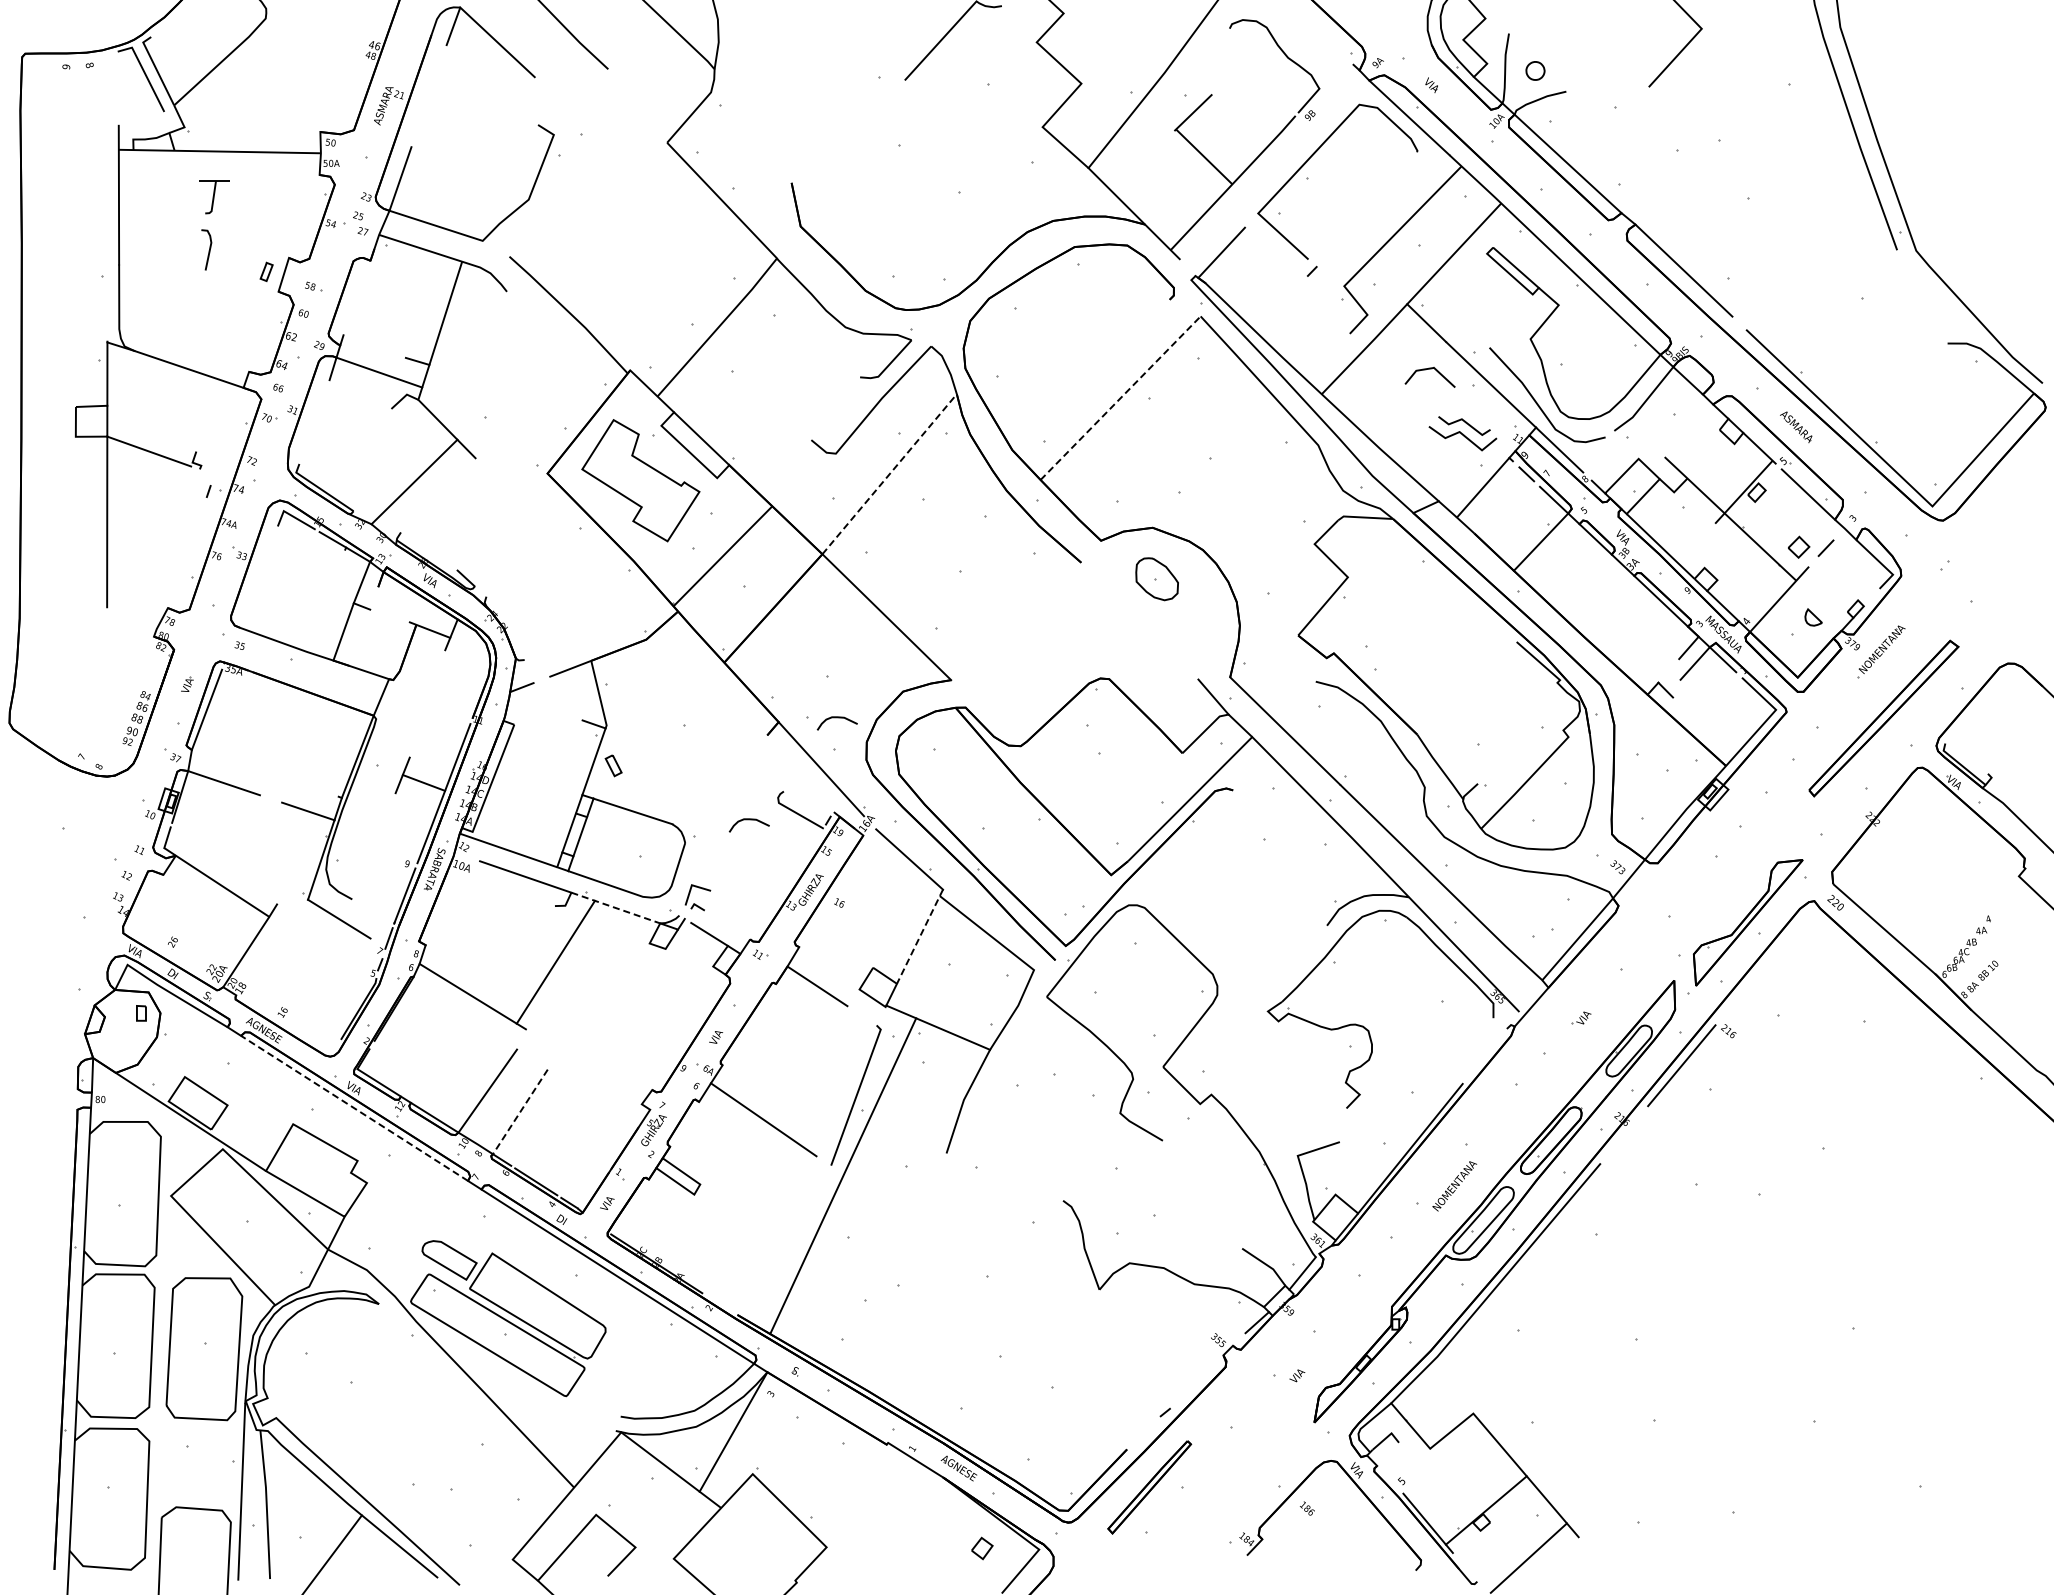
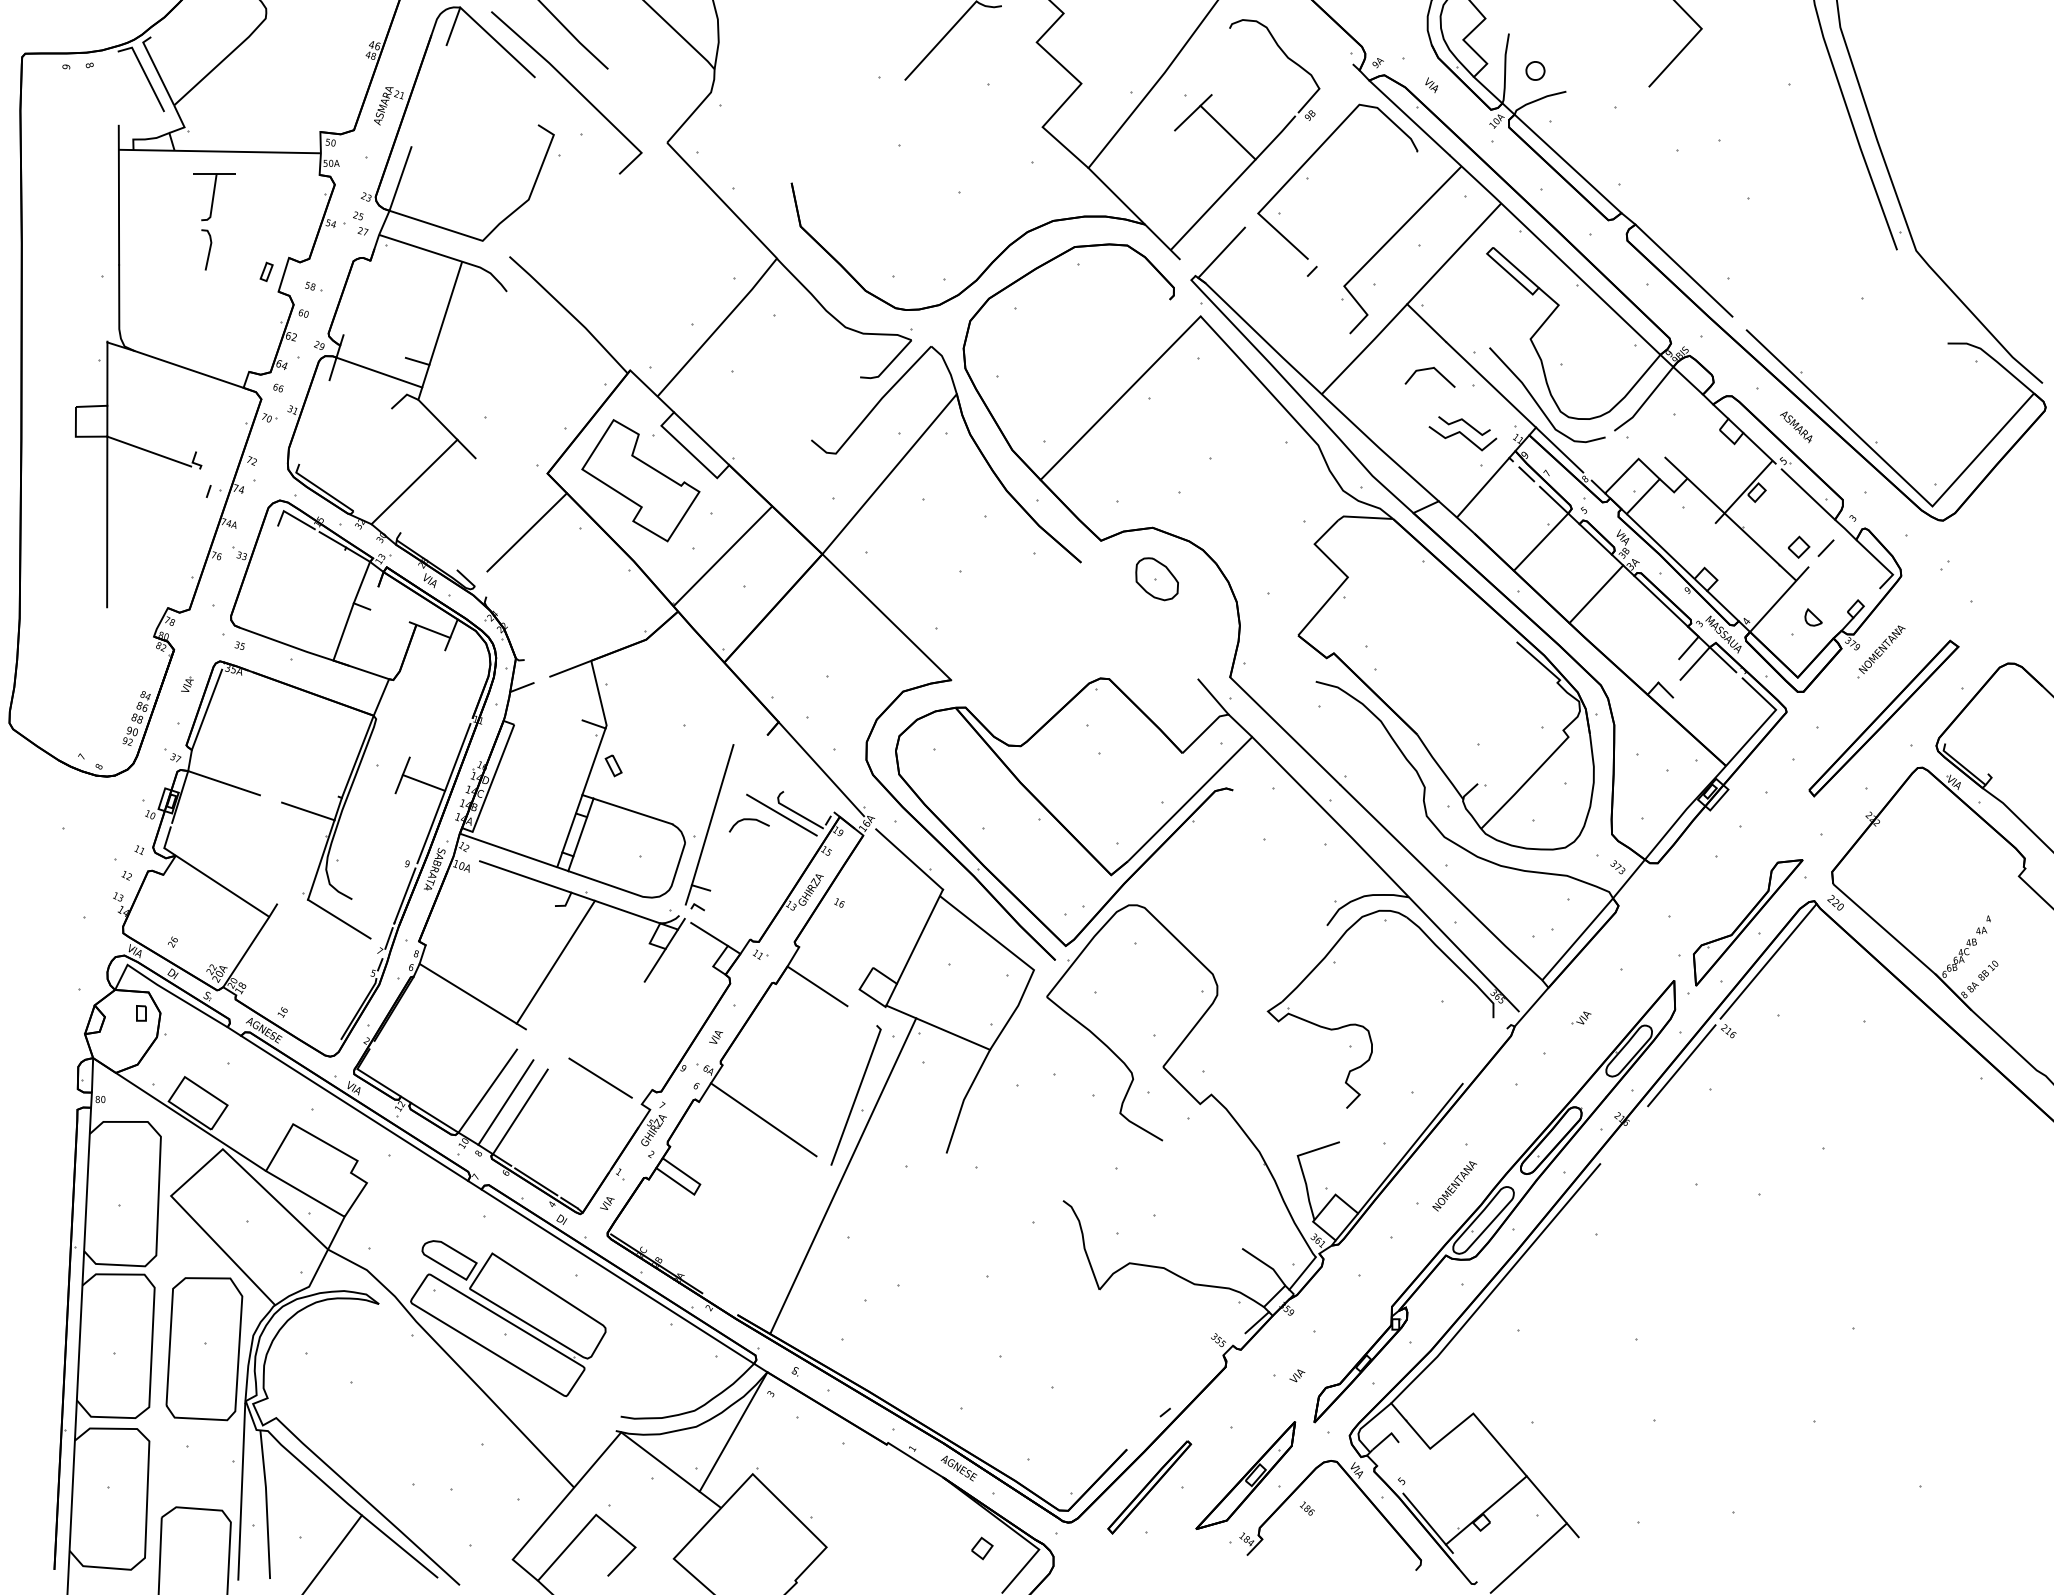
line at (571, 86): none -> present
line at (1203, 156) position: (1203, 156) -> (1227, 132)
part at (214, 197) size: 31x35 px -> 43x49 px
line at (1121, 397): dashed -> solid
line at (889, 474): dashed -> solid
line at (526, 532): none -> present
line at (1596, 594): none -> present
curve at (836, 718): present -> none
line at (781, 814): none -> present
line at (712, 815): none -> present
line at (616, 908): dashed -> solid
line at (919, 937): dashed -> solid
line at (1768, 960): none -> present
line at (654, 965): none -> present
line at (600, 1077): none -> present
line at (505, 1102): none -> present
line at (354, 1108): dashed -> solid
line at (520, 1112): dashed -> solid
part at (1245, 1475): none -> present
